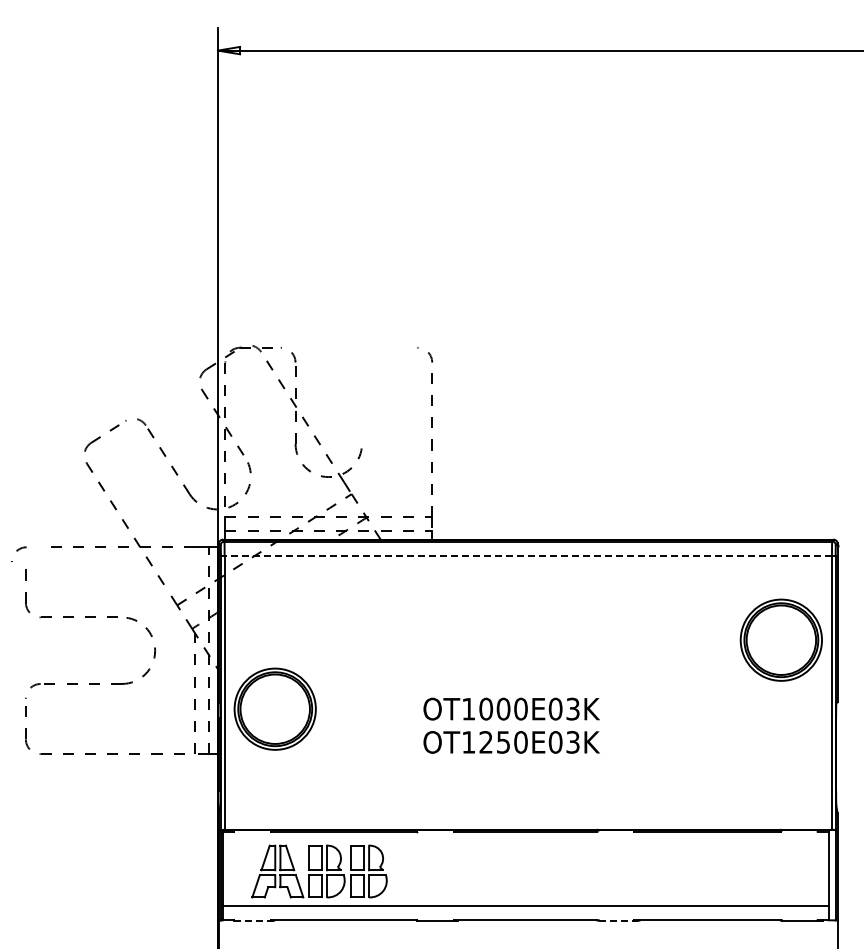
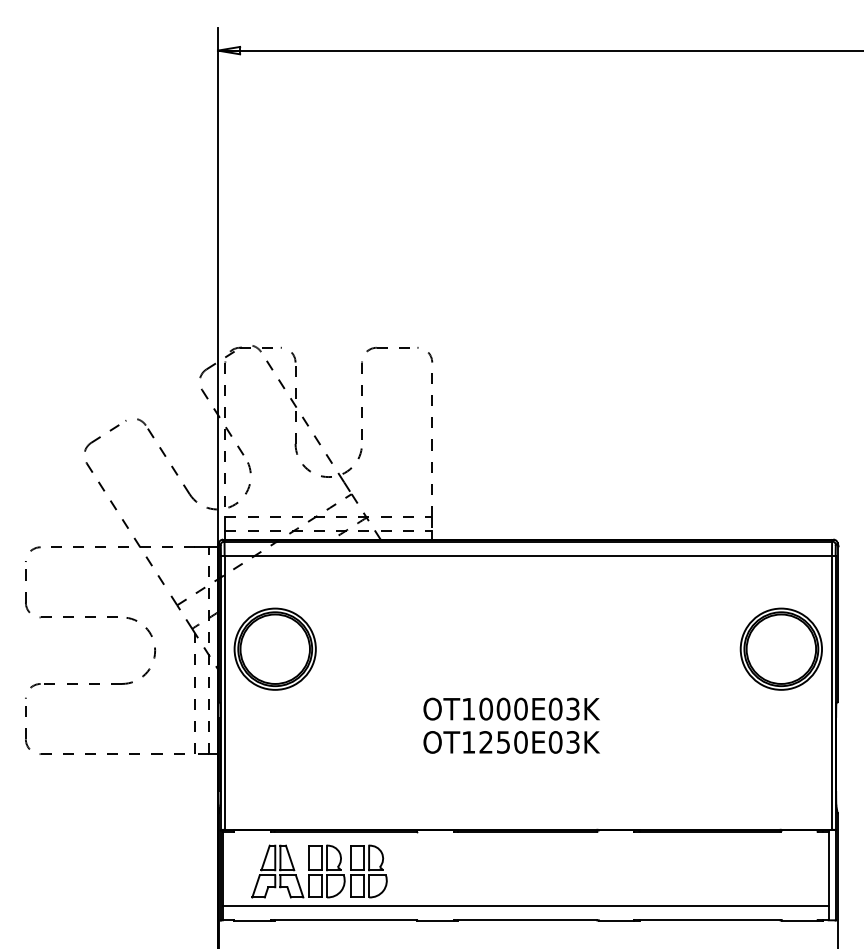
part at (362, 392): none -> present
arc at (17, 551) position: (17, 551) -> (31, 551)
line at (528, 556): dashed -> solid
part at (780, 639) position: (780, 639) -> (780, 648)
part at (274, 708) position: (274, 708) -> (274, 648)
line at (254, 920): dashed -> solid
line at (619, 920): dashed -> solid
